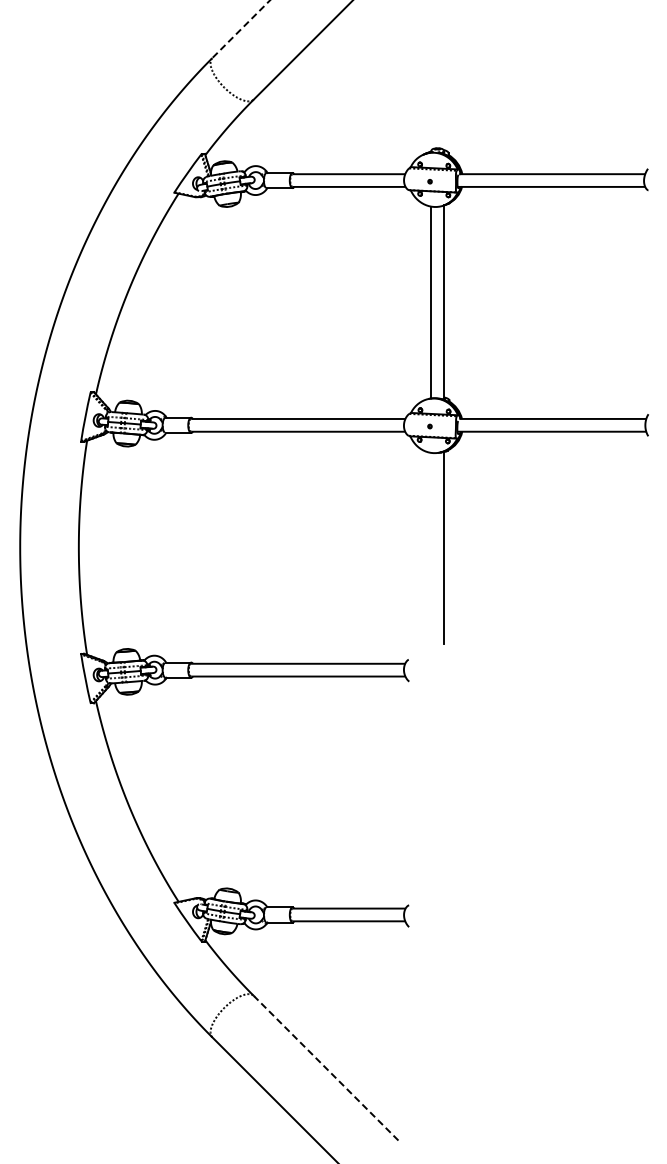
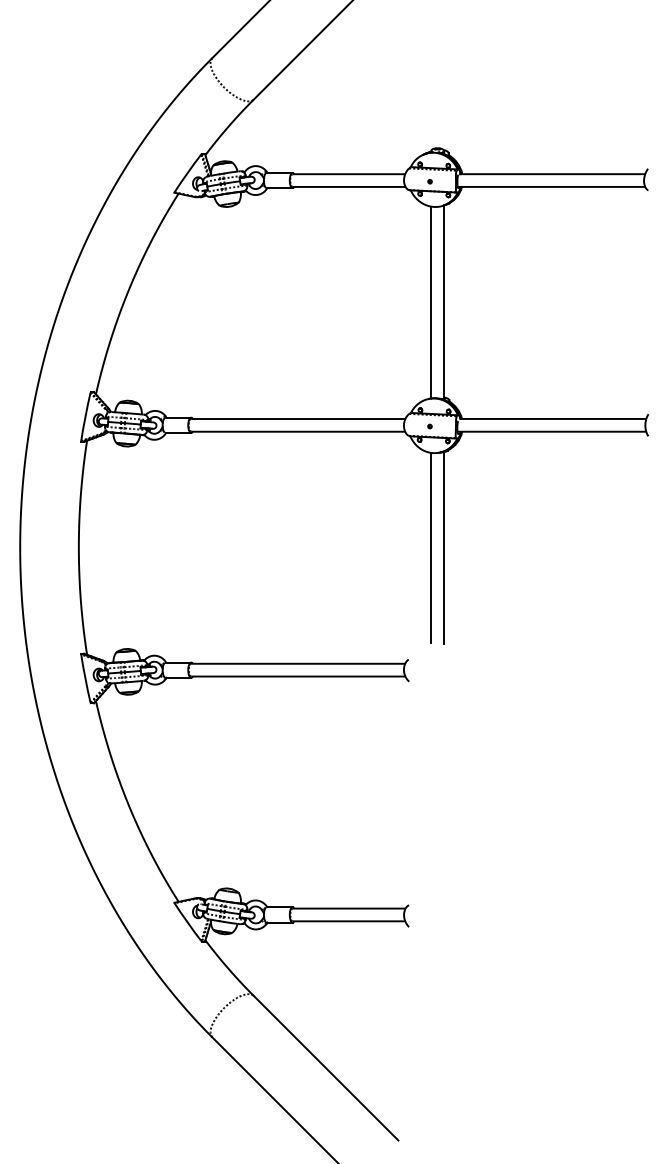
line at (241, 29): dashed -> solid
line at (431, 547): none -> present
line at (325, 1067): dashed -> solid
